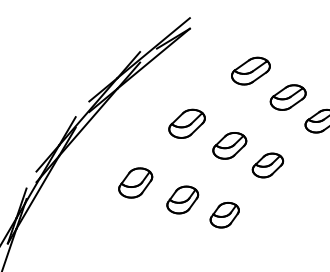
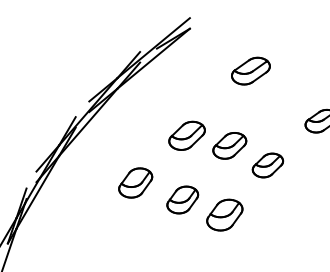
part at (287, 97): present -> none
part at (186, 123) position: (186, 123) -> (186, 135)
part at (224, 215) size: 31x27 px -> 38x34 px
